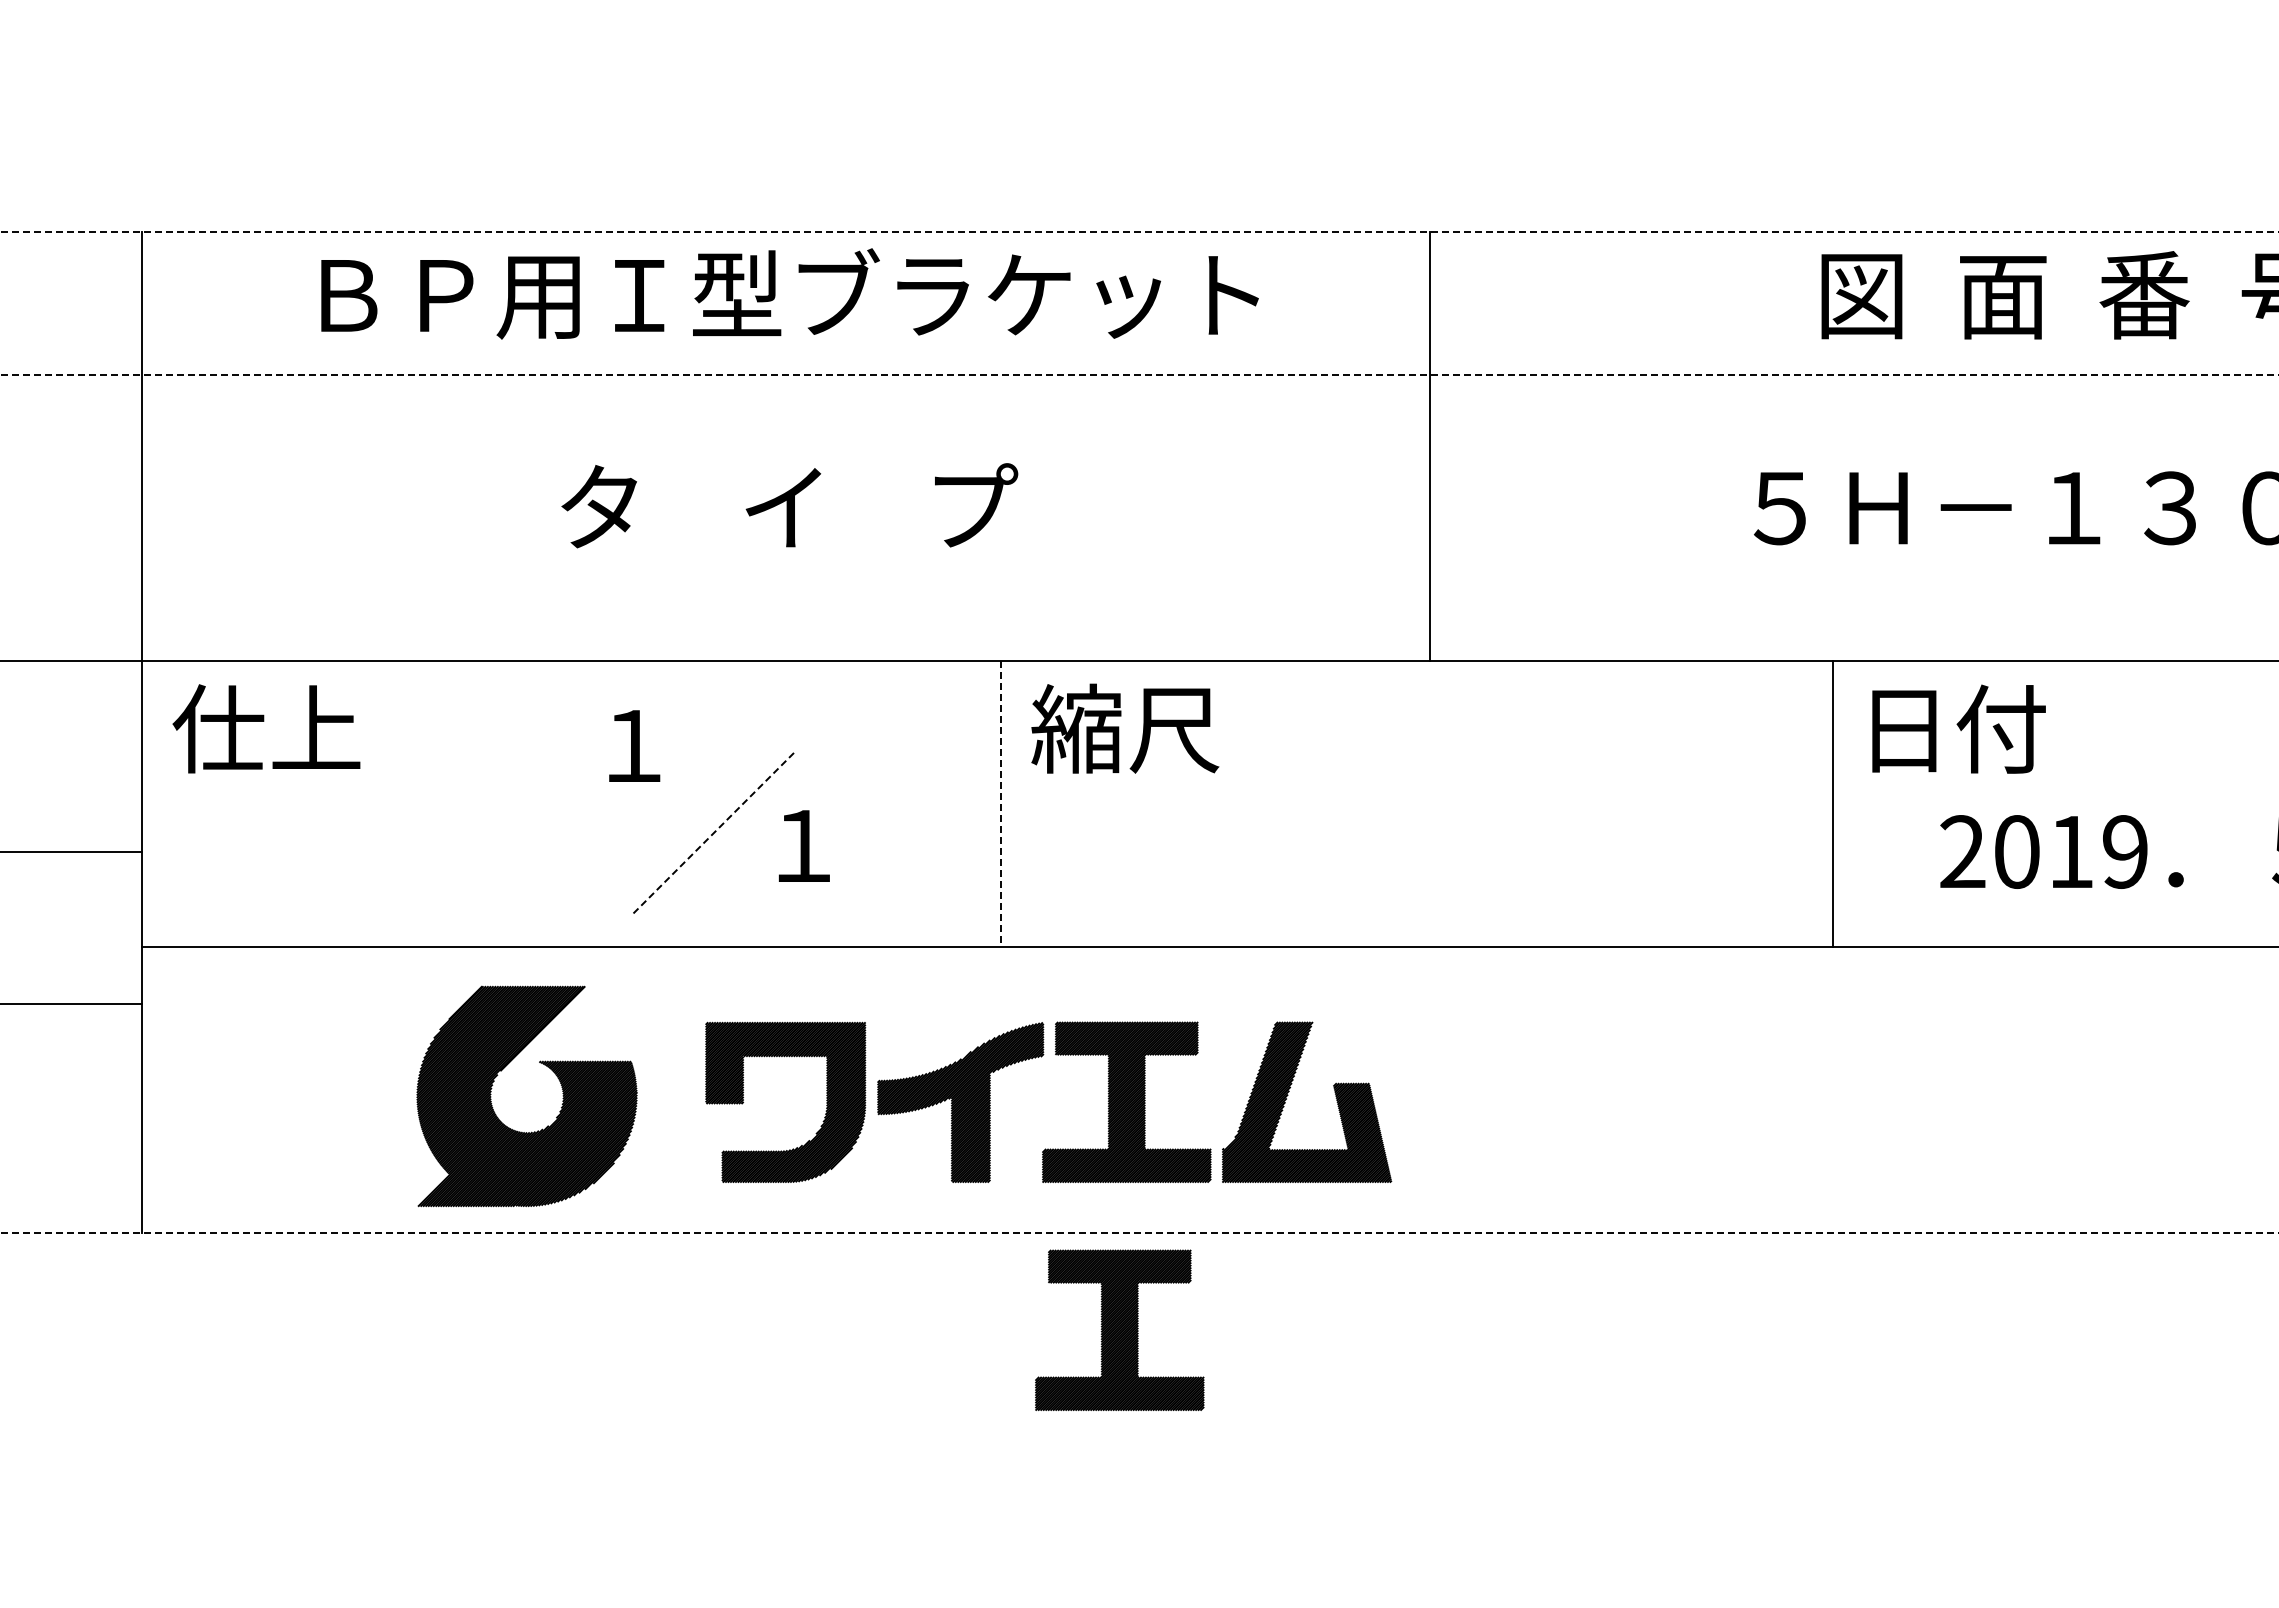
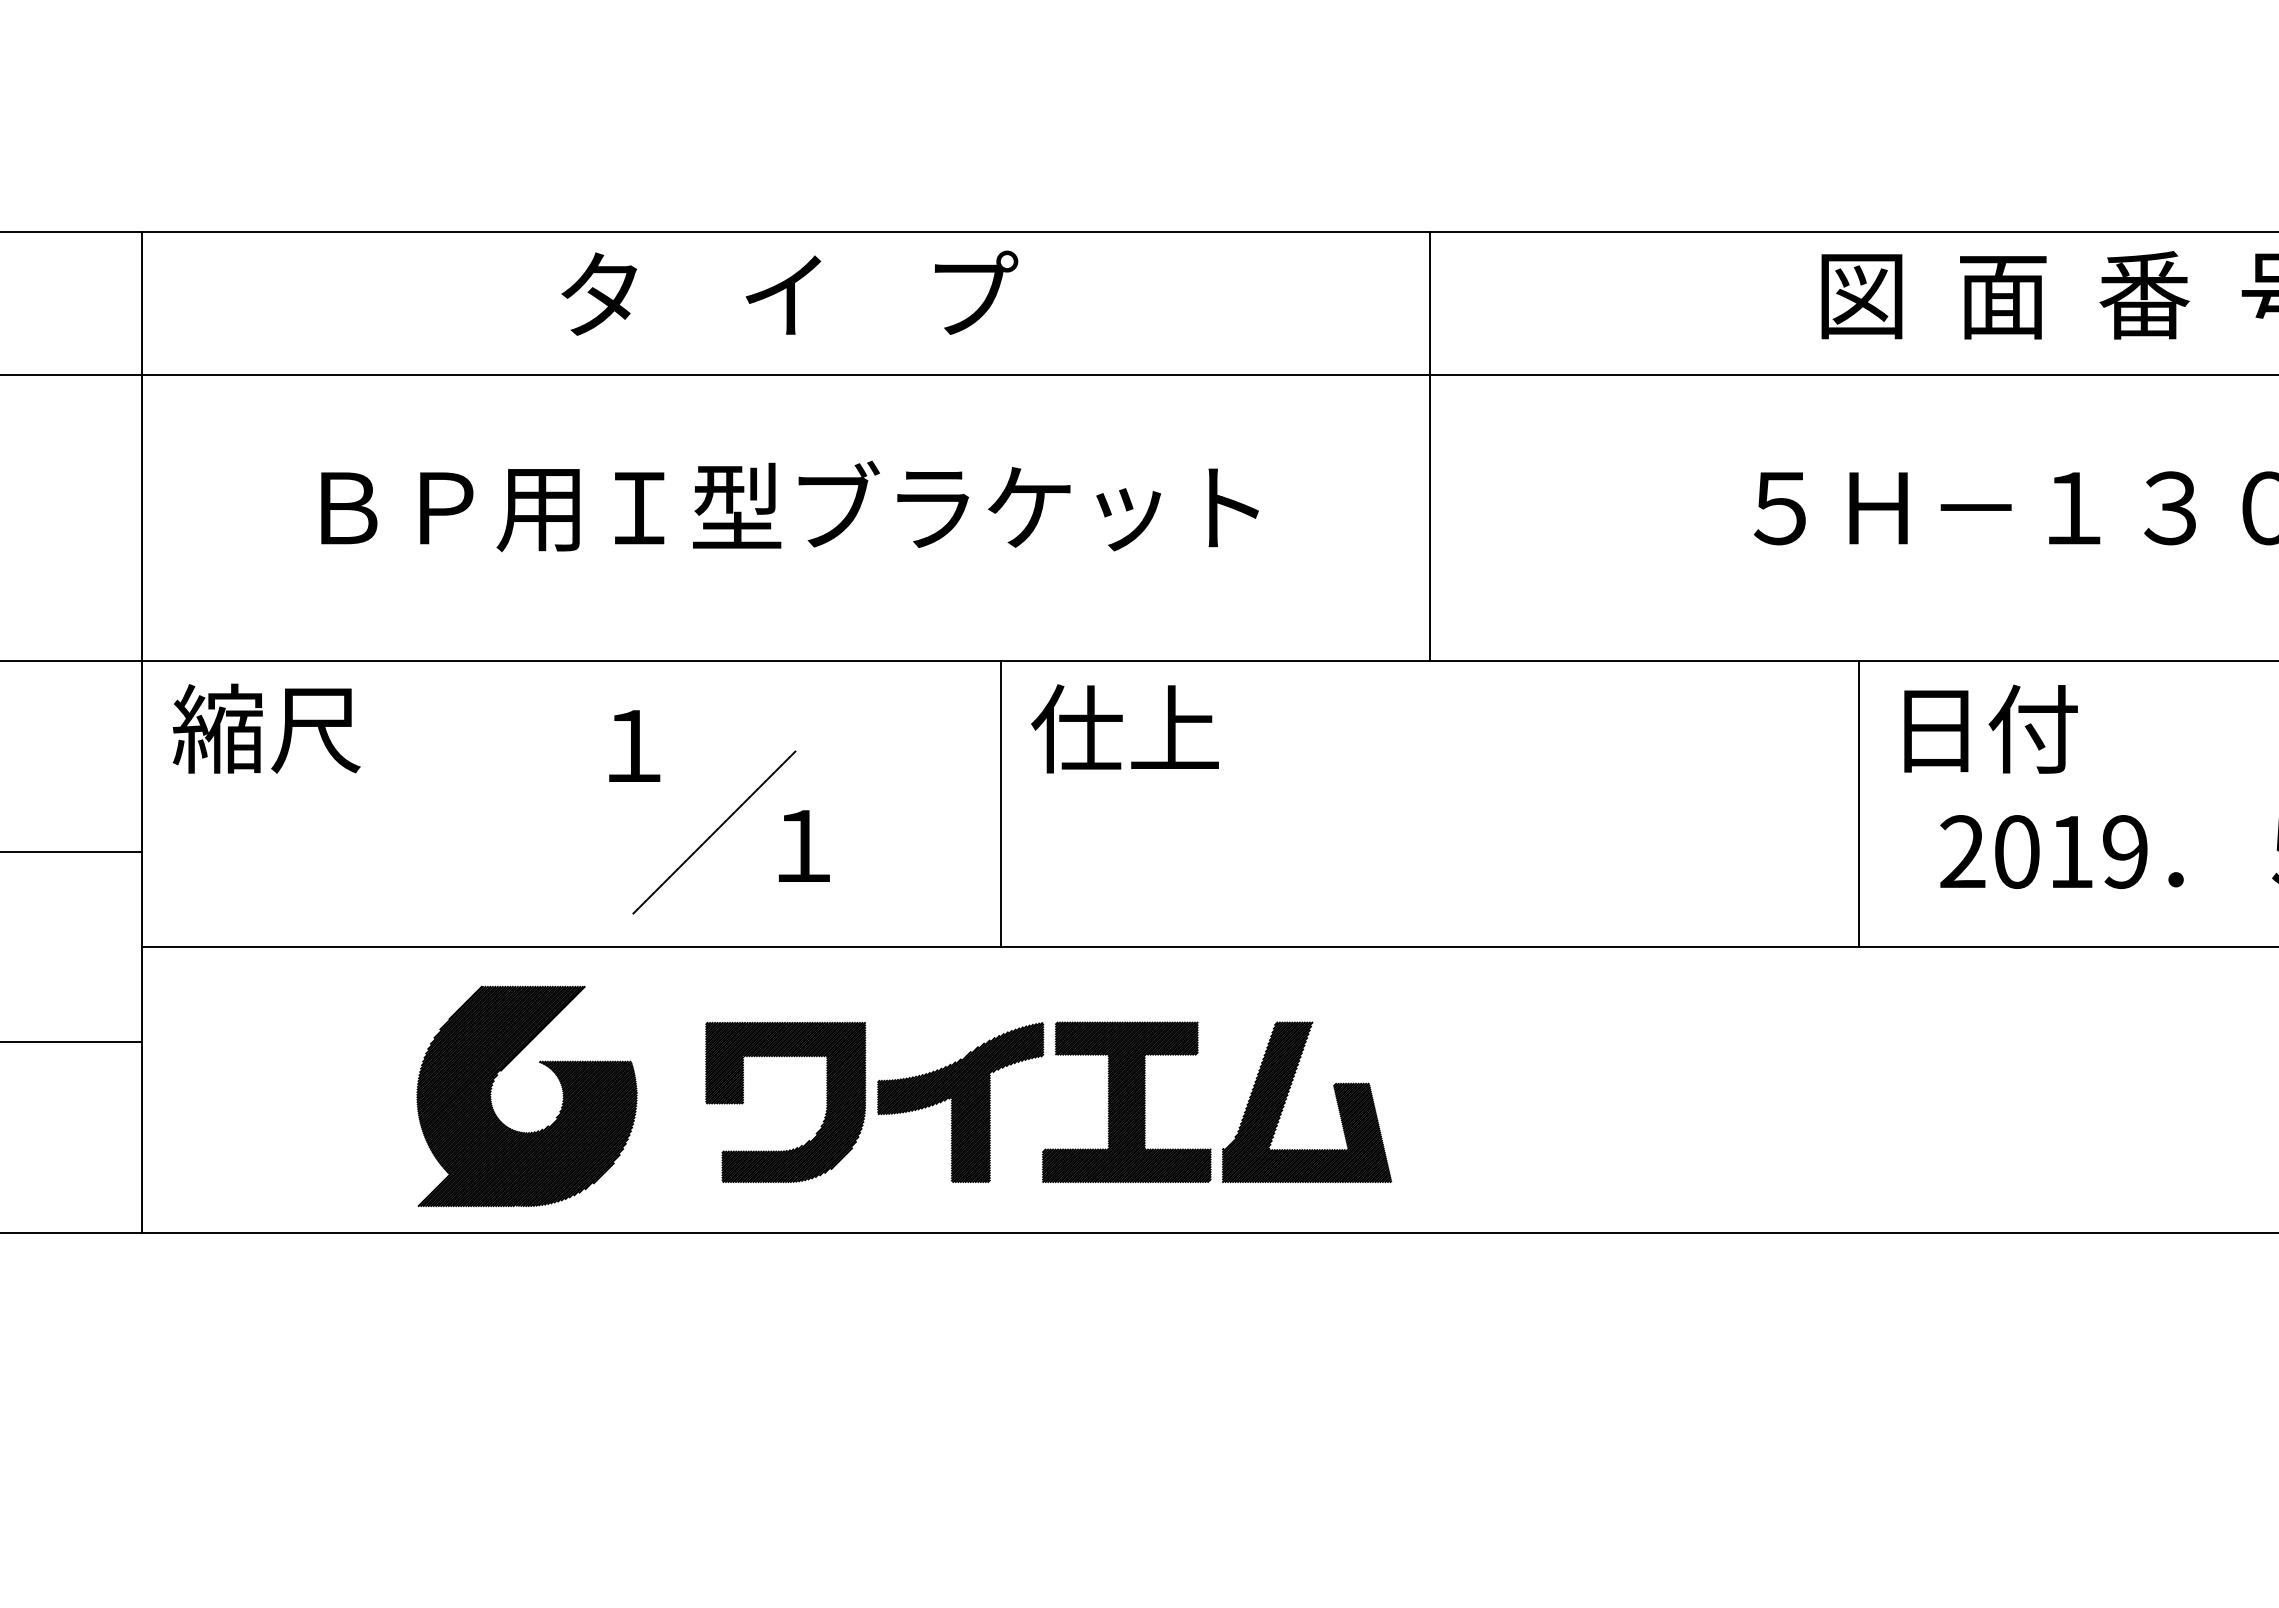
line at (1139, 231): dashed -> solid
text at (789, 293): ＢＰ用Ｉ型ブラケット -> タ    イ    プ
line at (1139, 374): dashed -> solid
text at (789, 506): タ    イ    プ -> ＢＰ用Ｉ型ブラケット
text at (266, 728): 仕上 -> 縮尺
text at (1125, 728): 縮尺 -> 仕上
text at (1958, 728) position: (1958, 728) -> (1990, 728)
line at (1833, 803) position: (1833, 803) -> (1859, 803)
line at (1000, 804): dashed -> solid
line at (714, 832): dashed -> solid
line at (72, 1004) position: (72, 1004) -> (72, 1042)
line at (1139, 1233): dashed -> solid
part at (1119, 1329): present -> none
